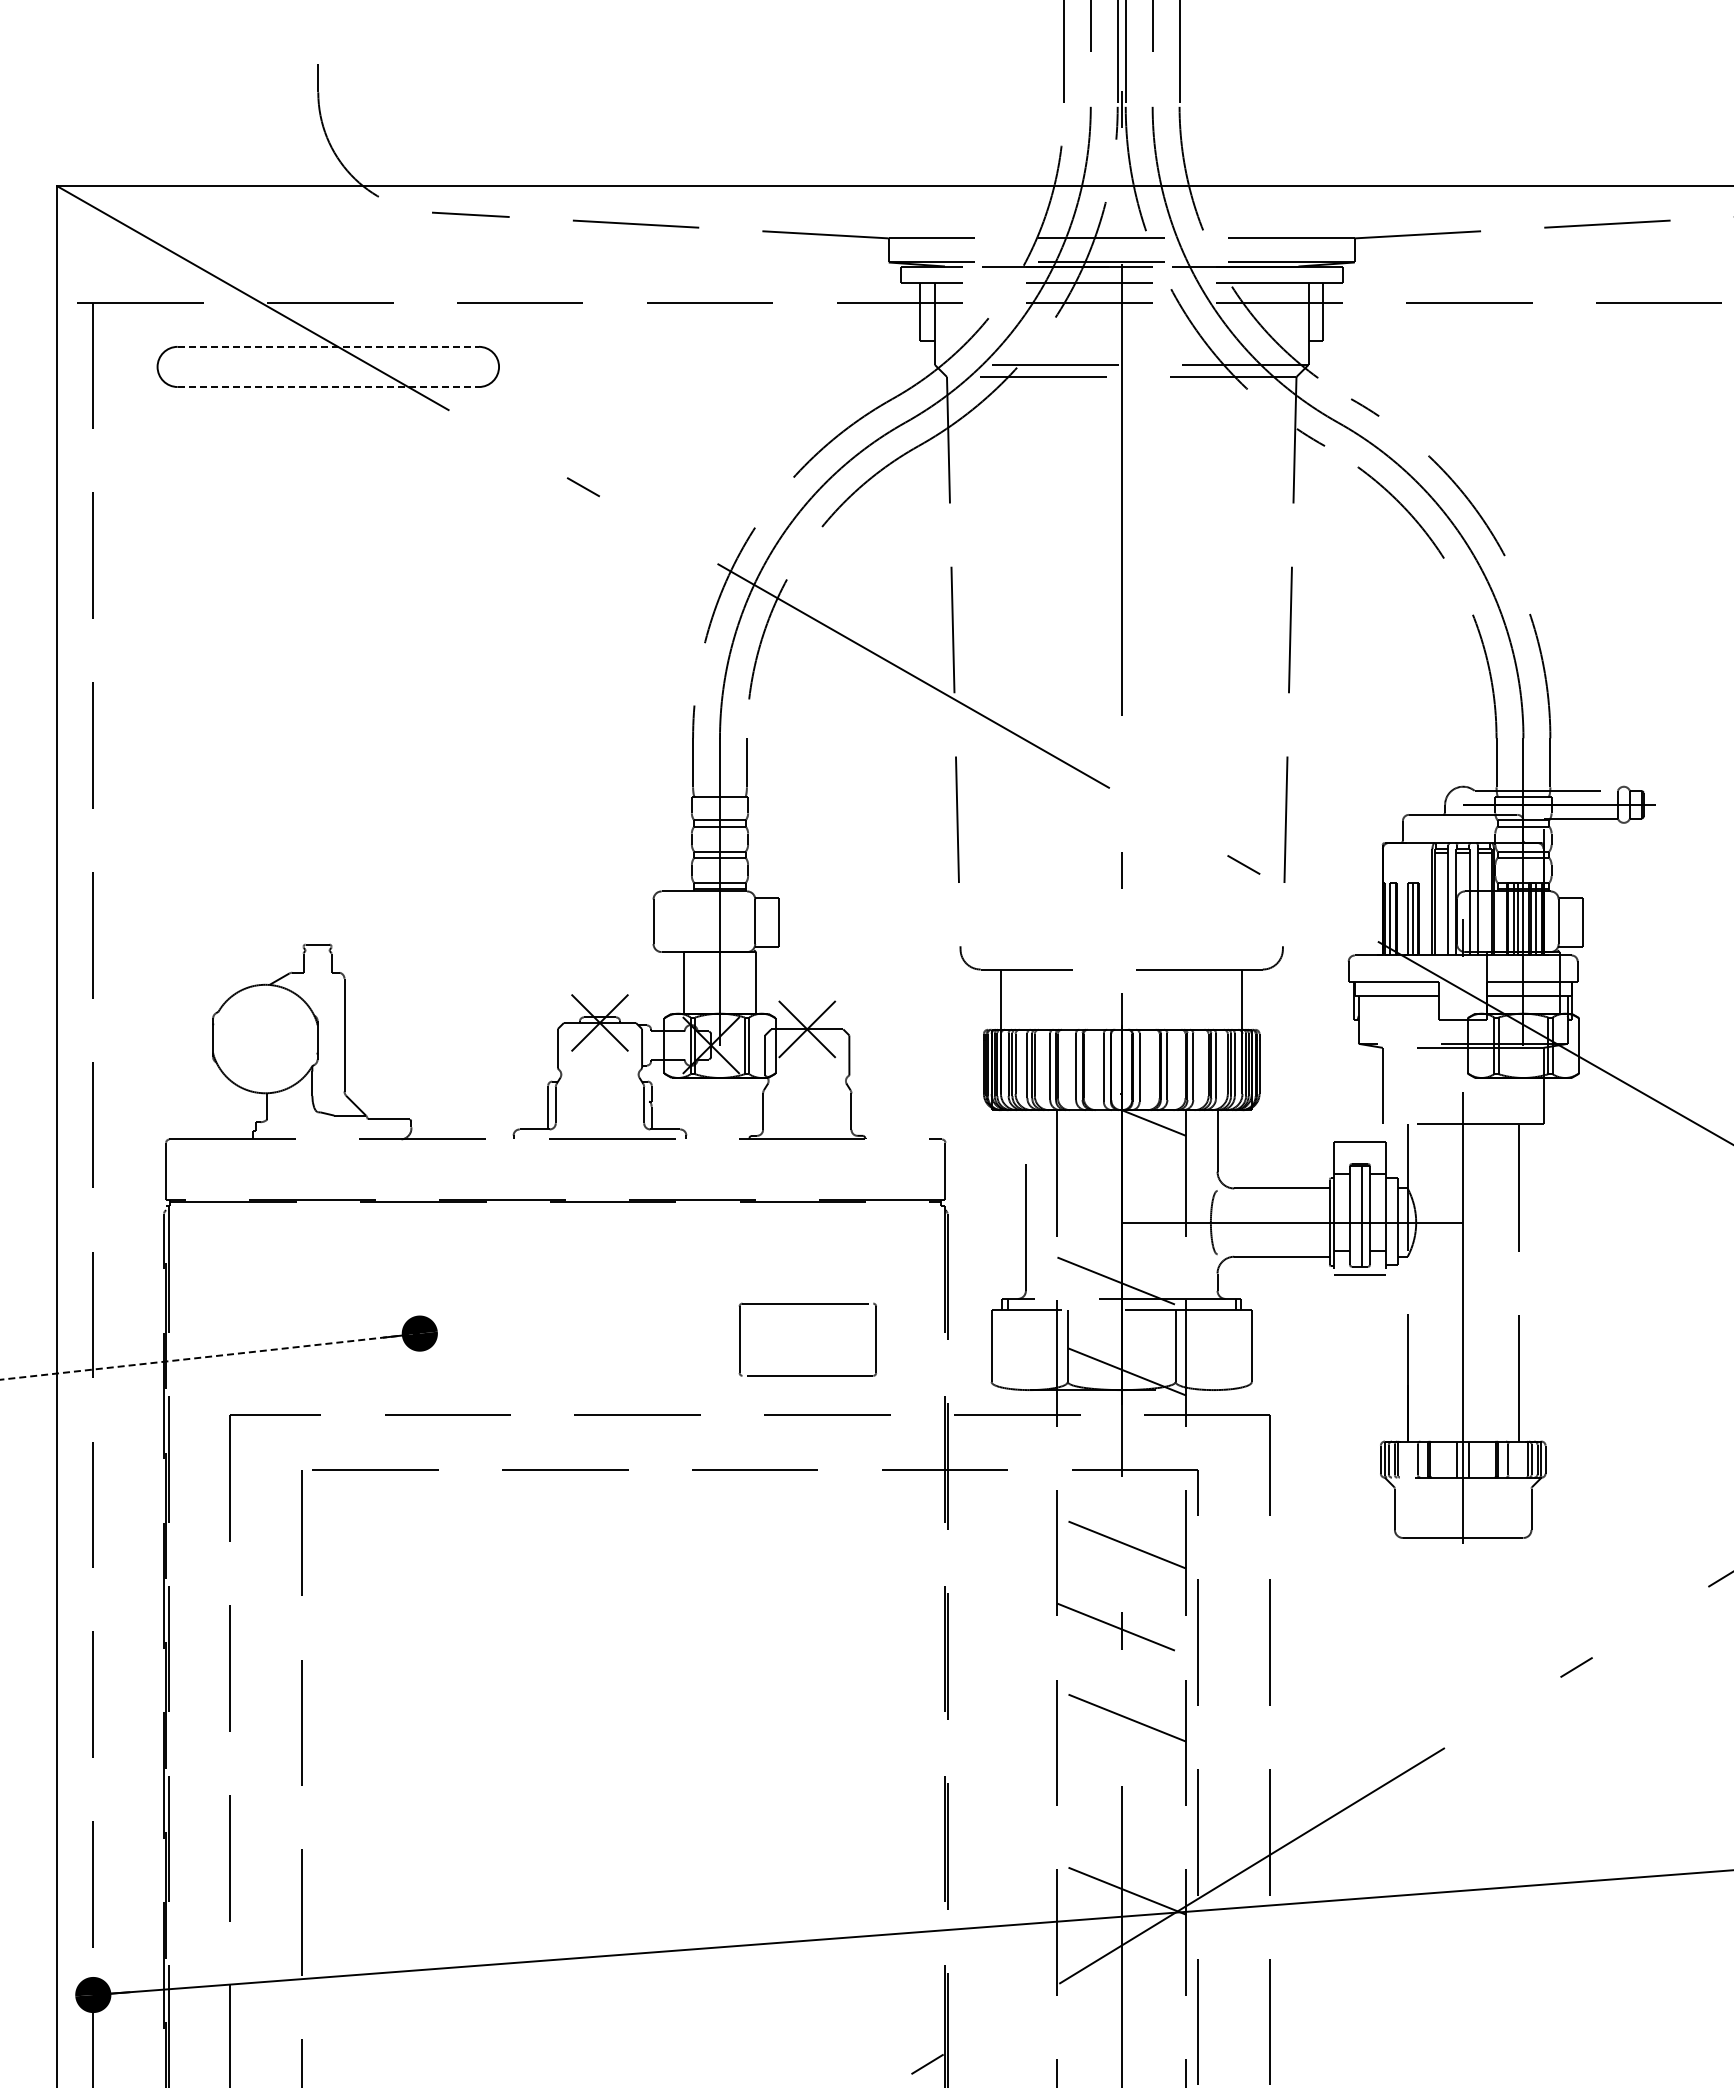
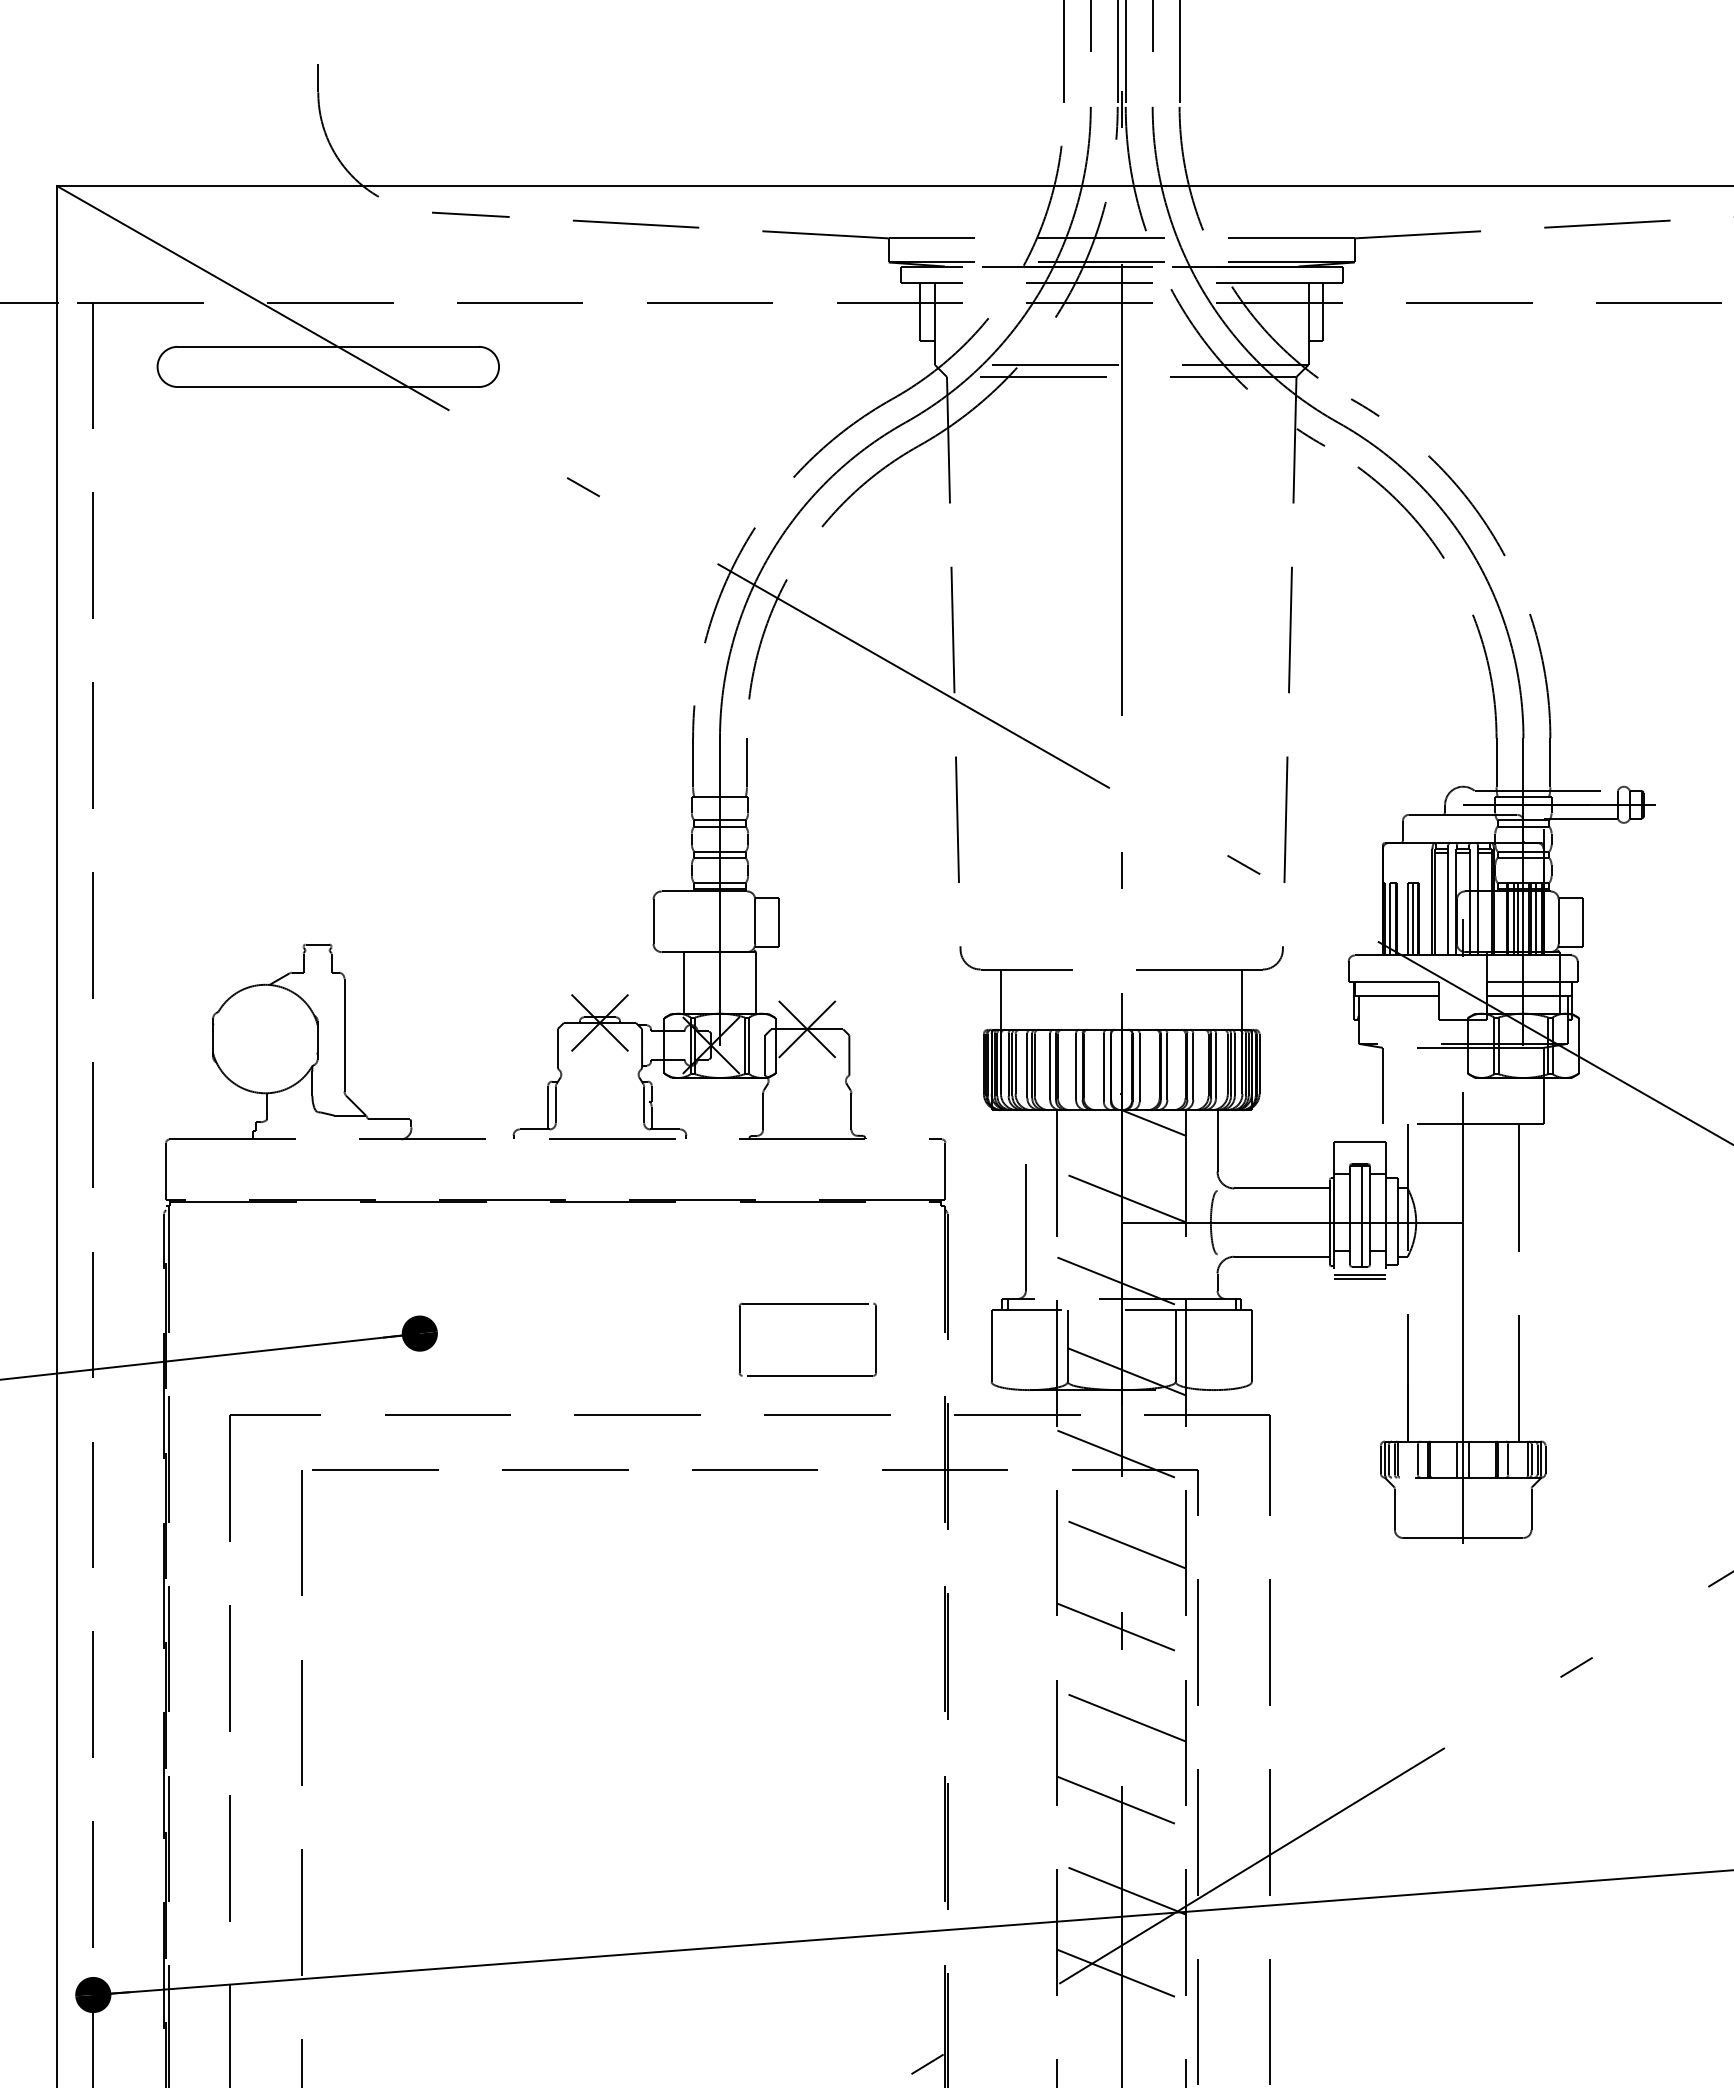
line at (30, 302): none -> present
line at (328, 346): dashed -> solid
line at (328, 387): dashed -> solid
line at (1121, 1196): none -> present
line at (1359, 1278): none -> present
line at (210, 1356): dashed -> solid
line at (1121, 1455): none -> present
line at (1121, 1802): none -> present
line at (1121, 1975): none -> present
